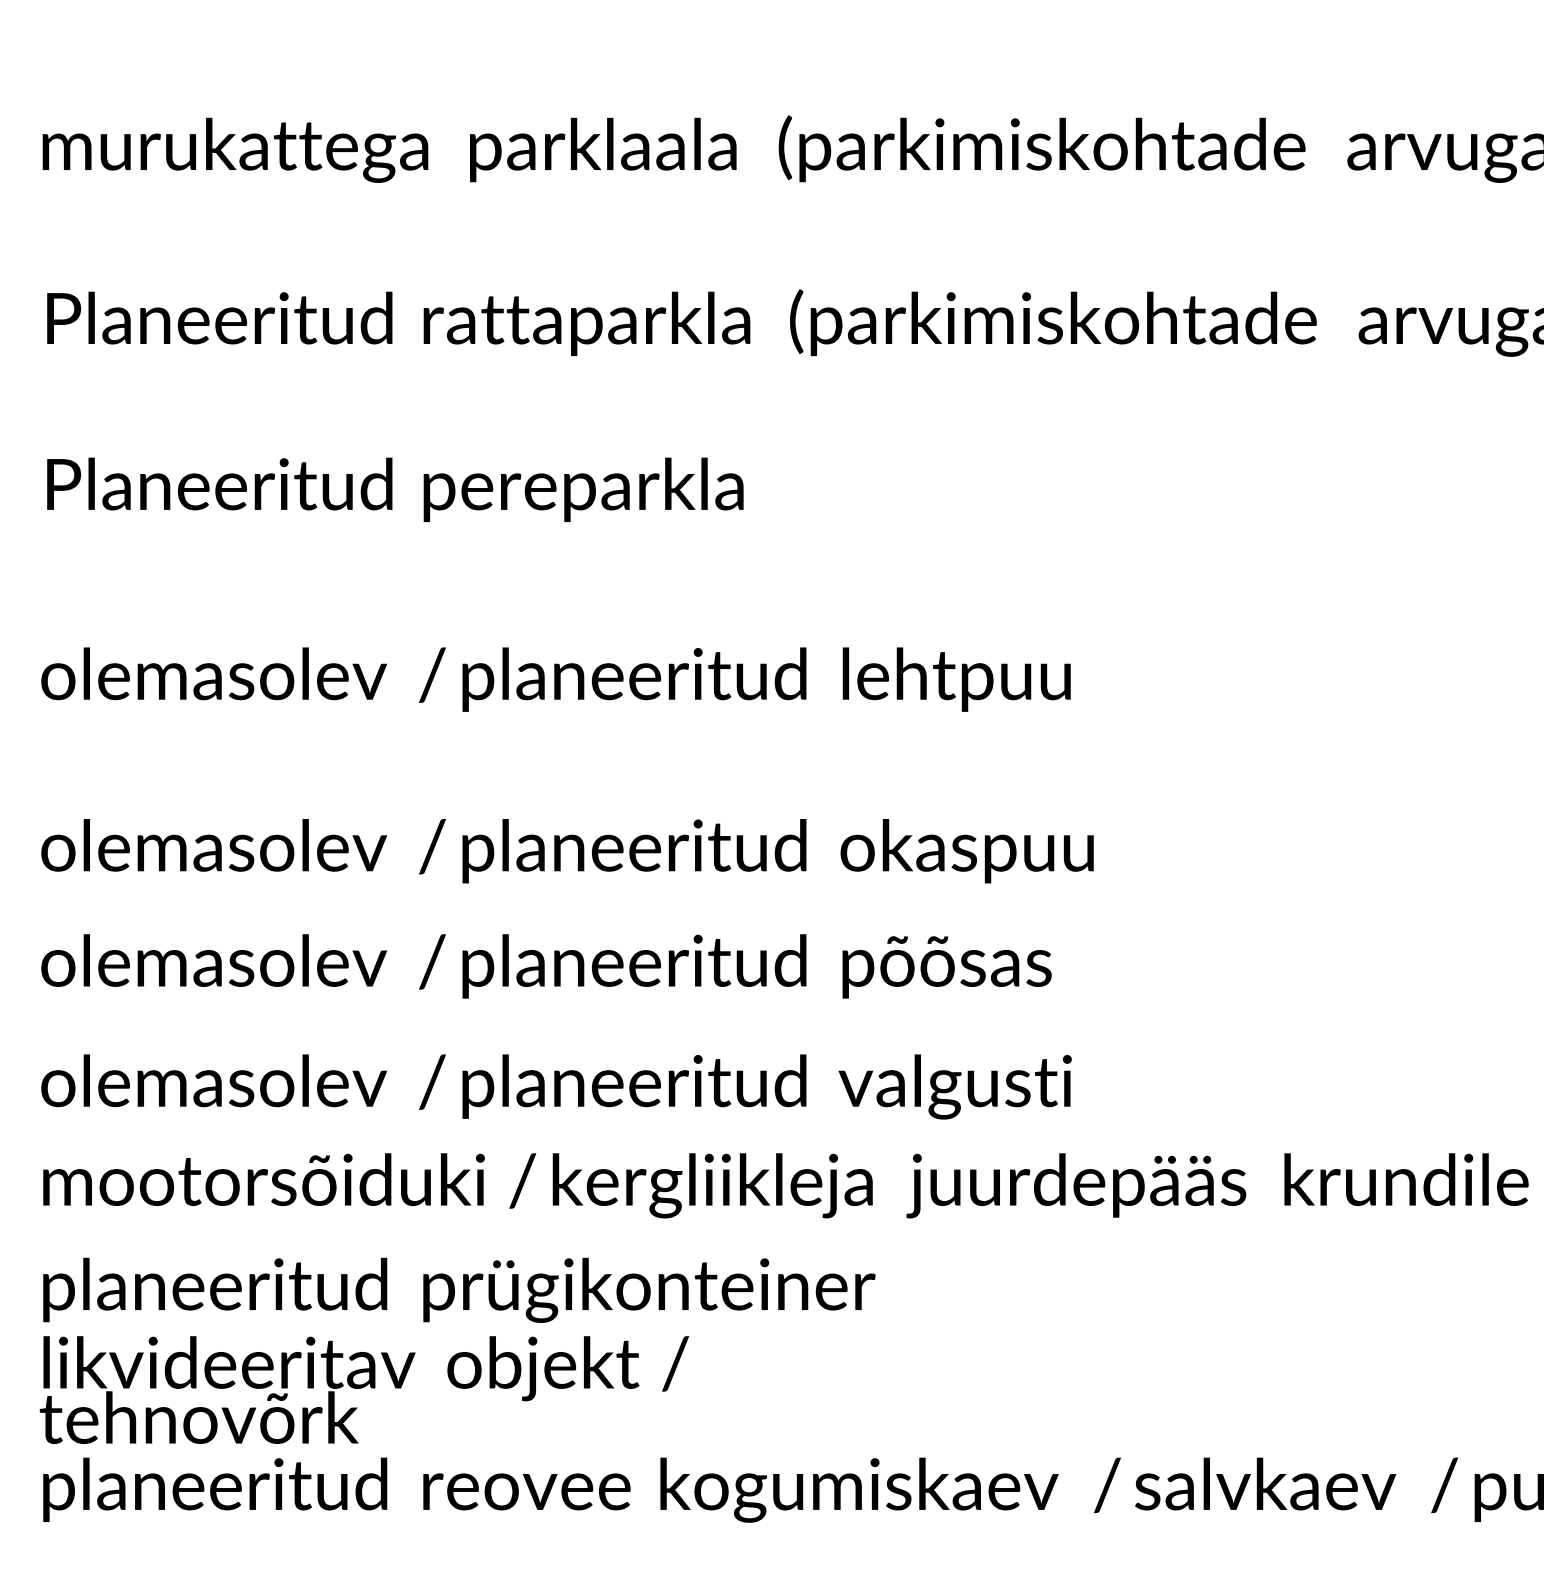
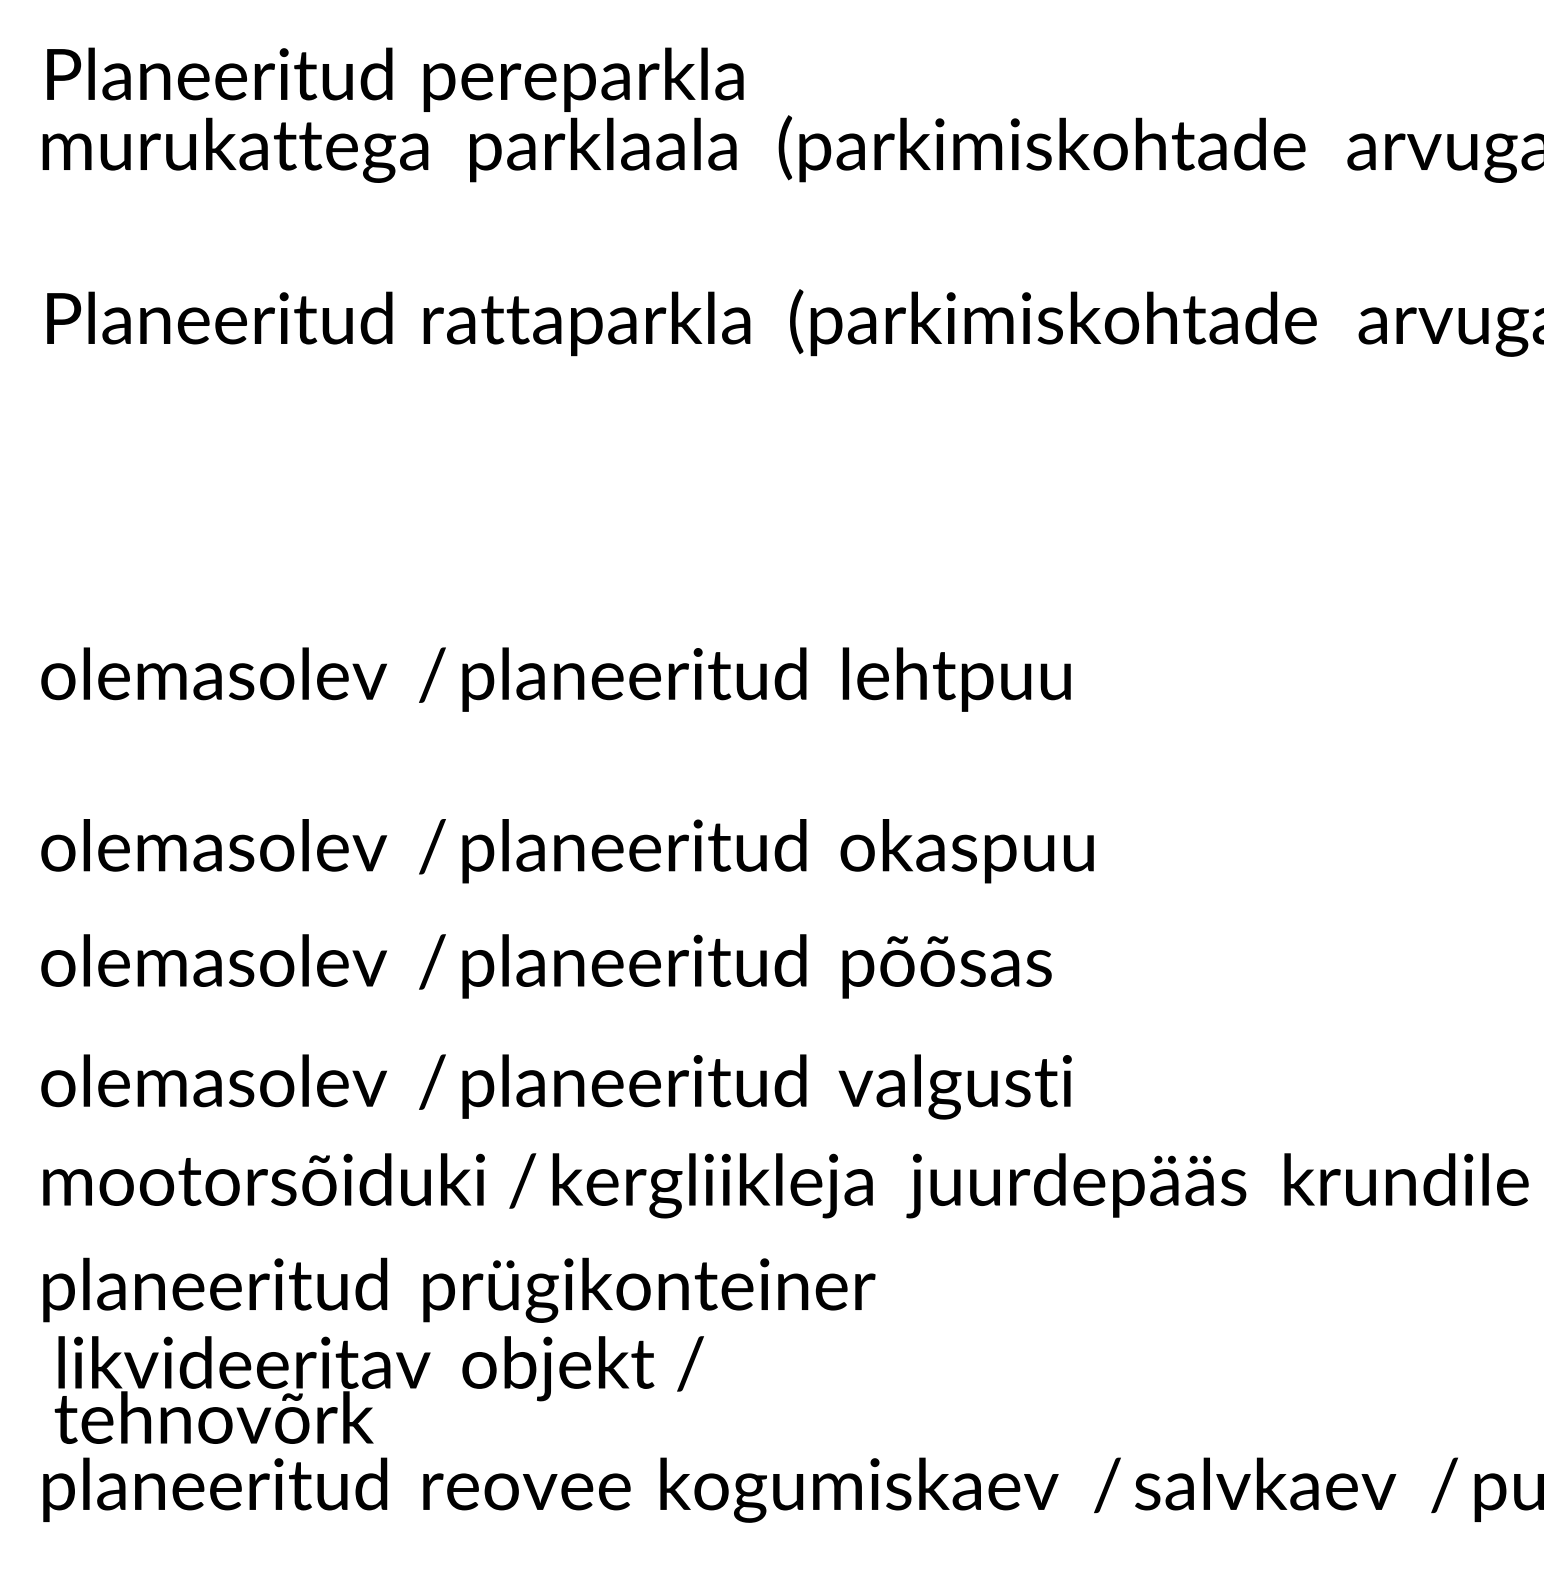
text at (395, 489) position: (395, 489) -> (395, 79)
text at (363, 1389) position: (363, 1389) -> (378, 1389)
